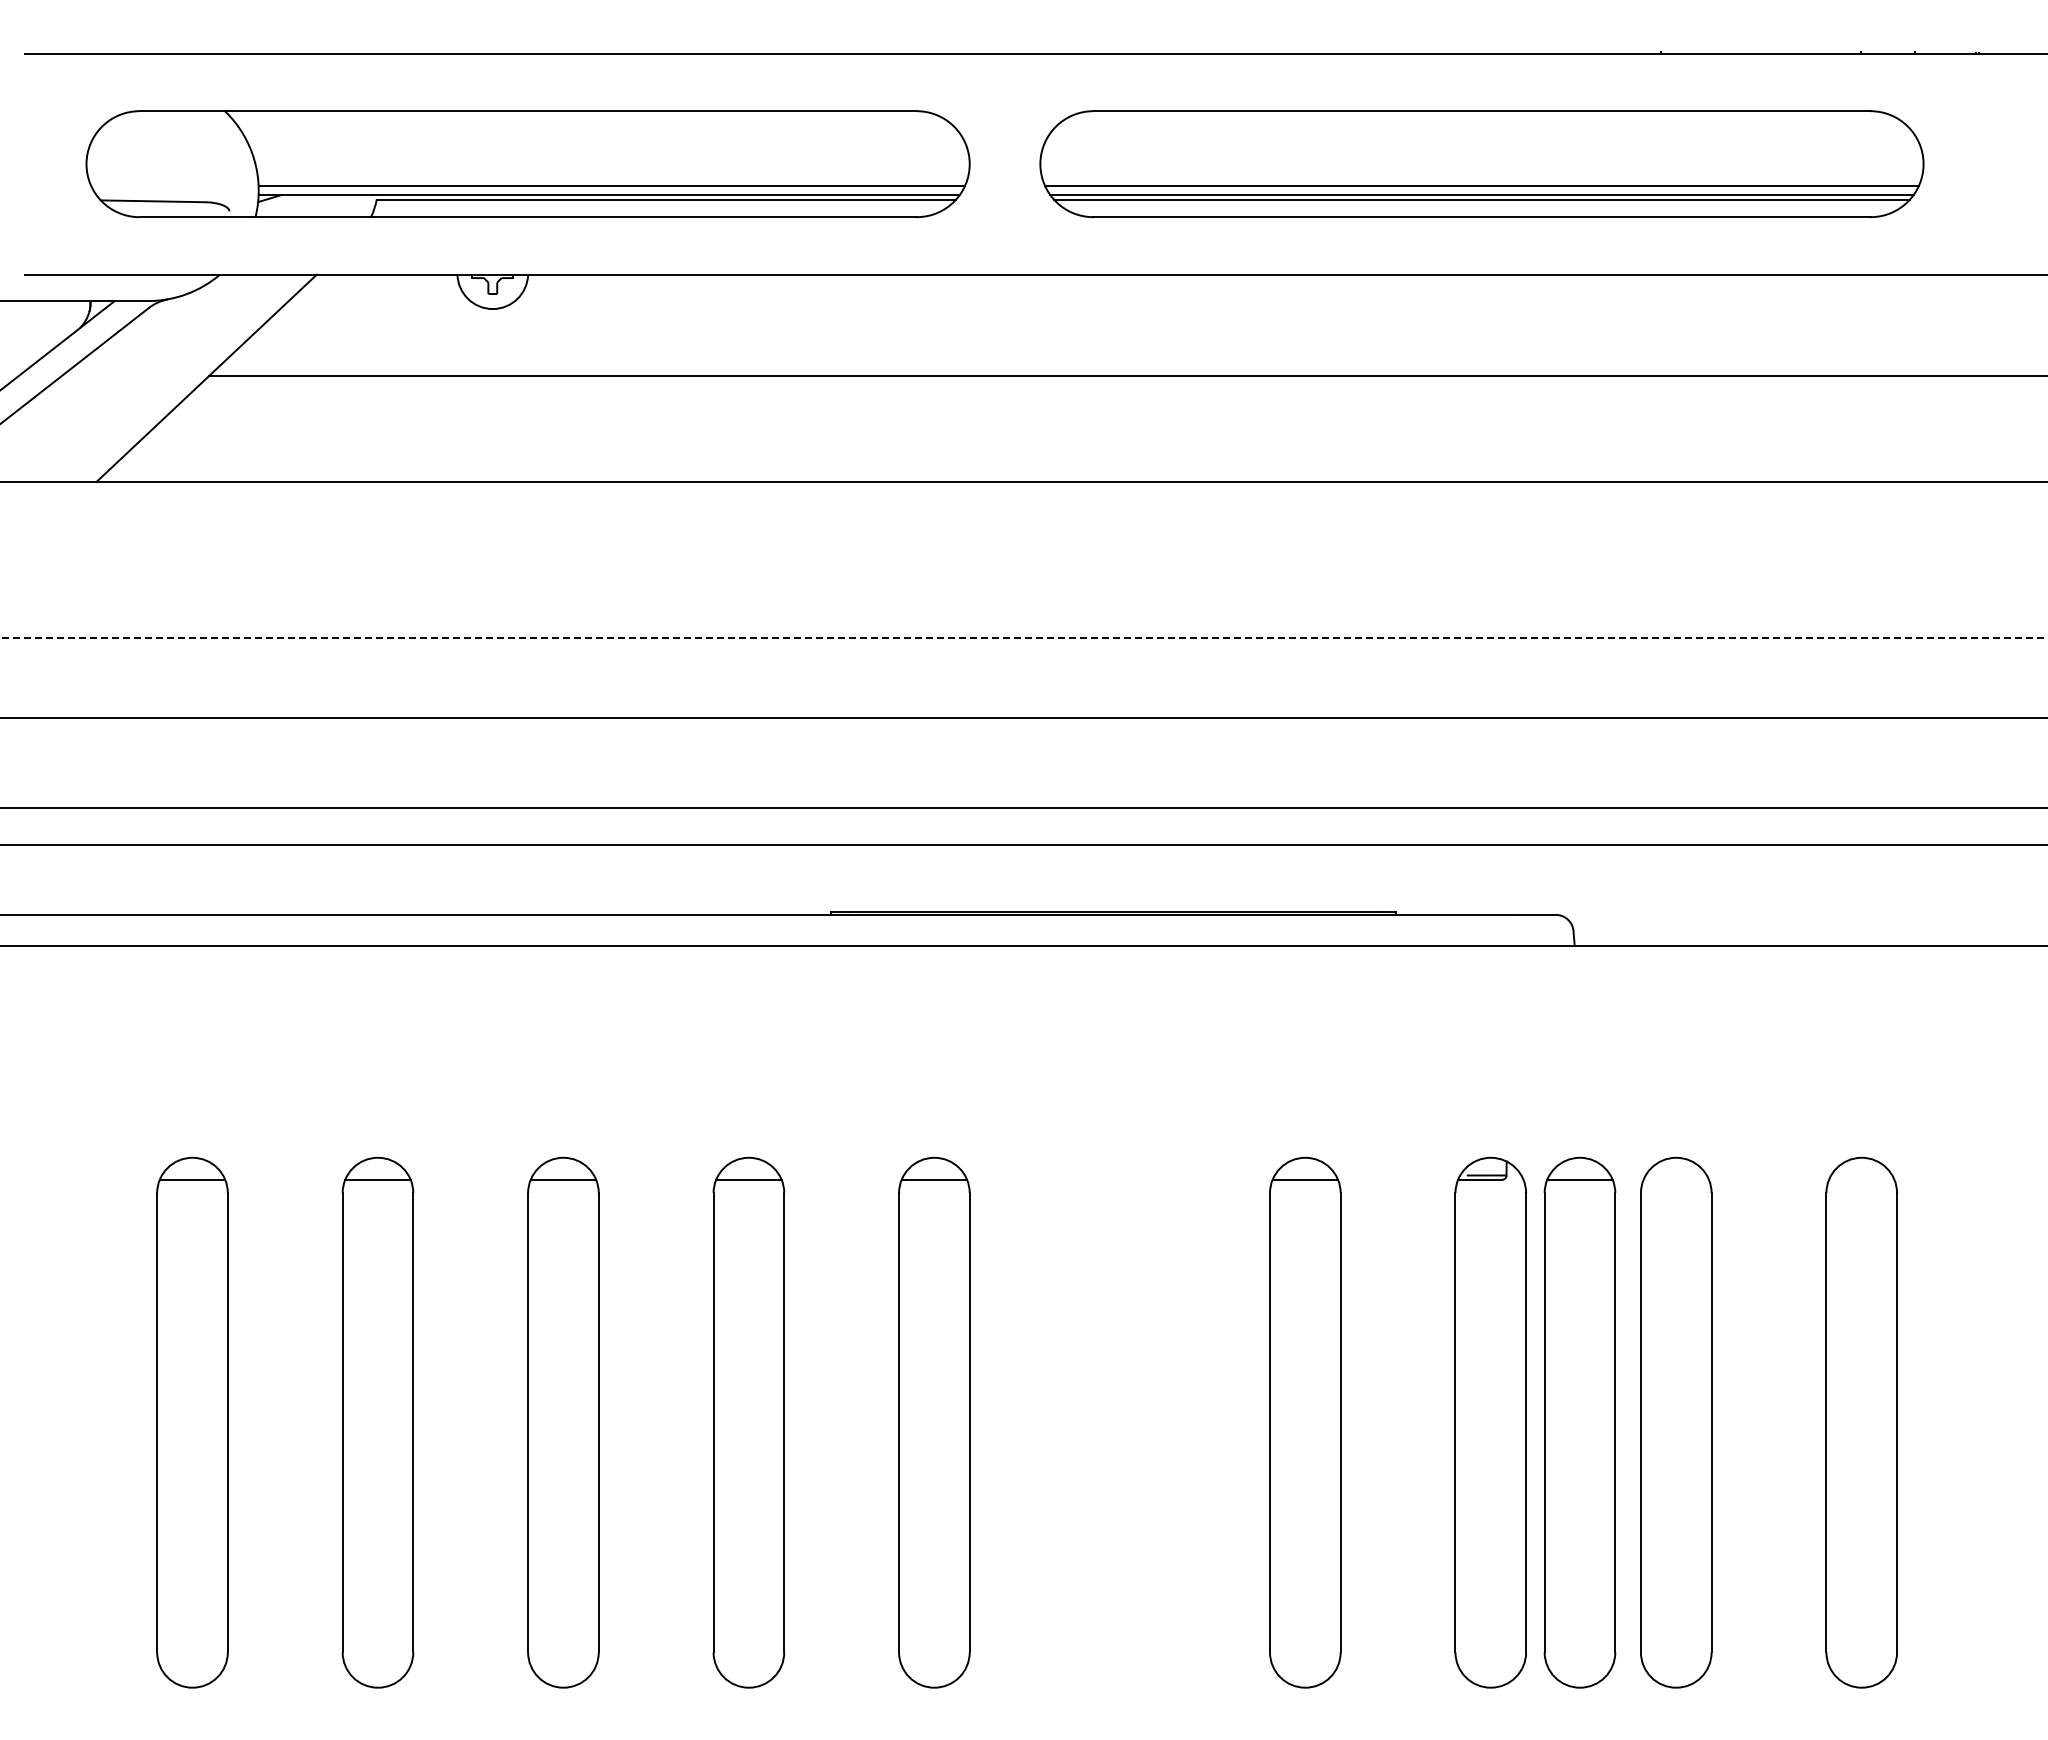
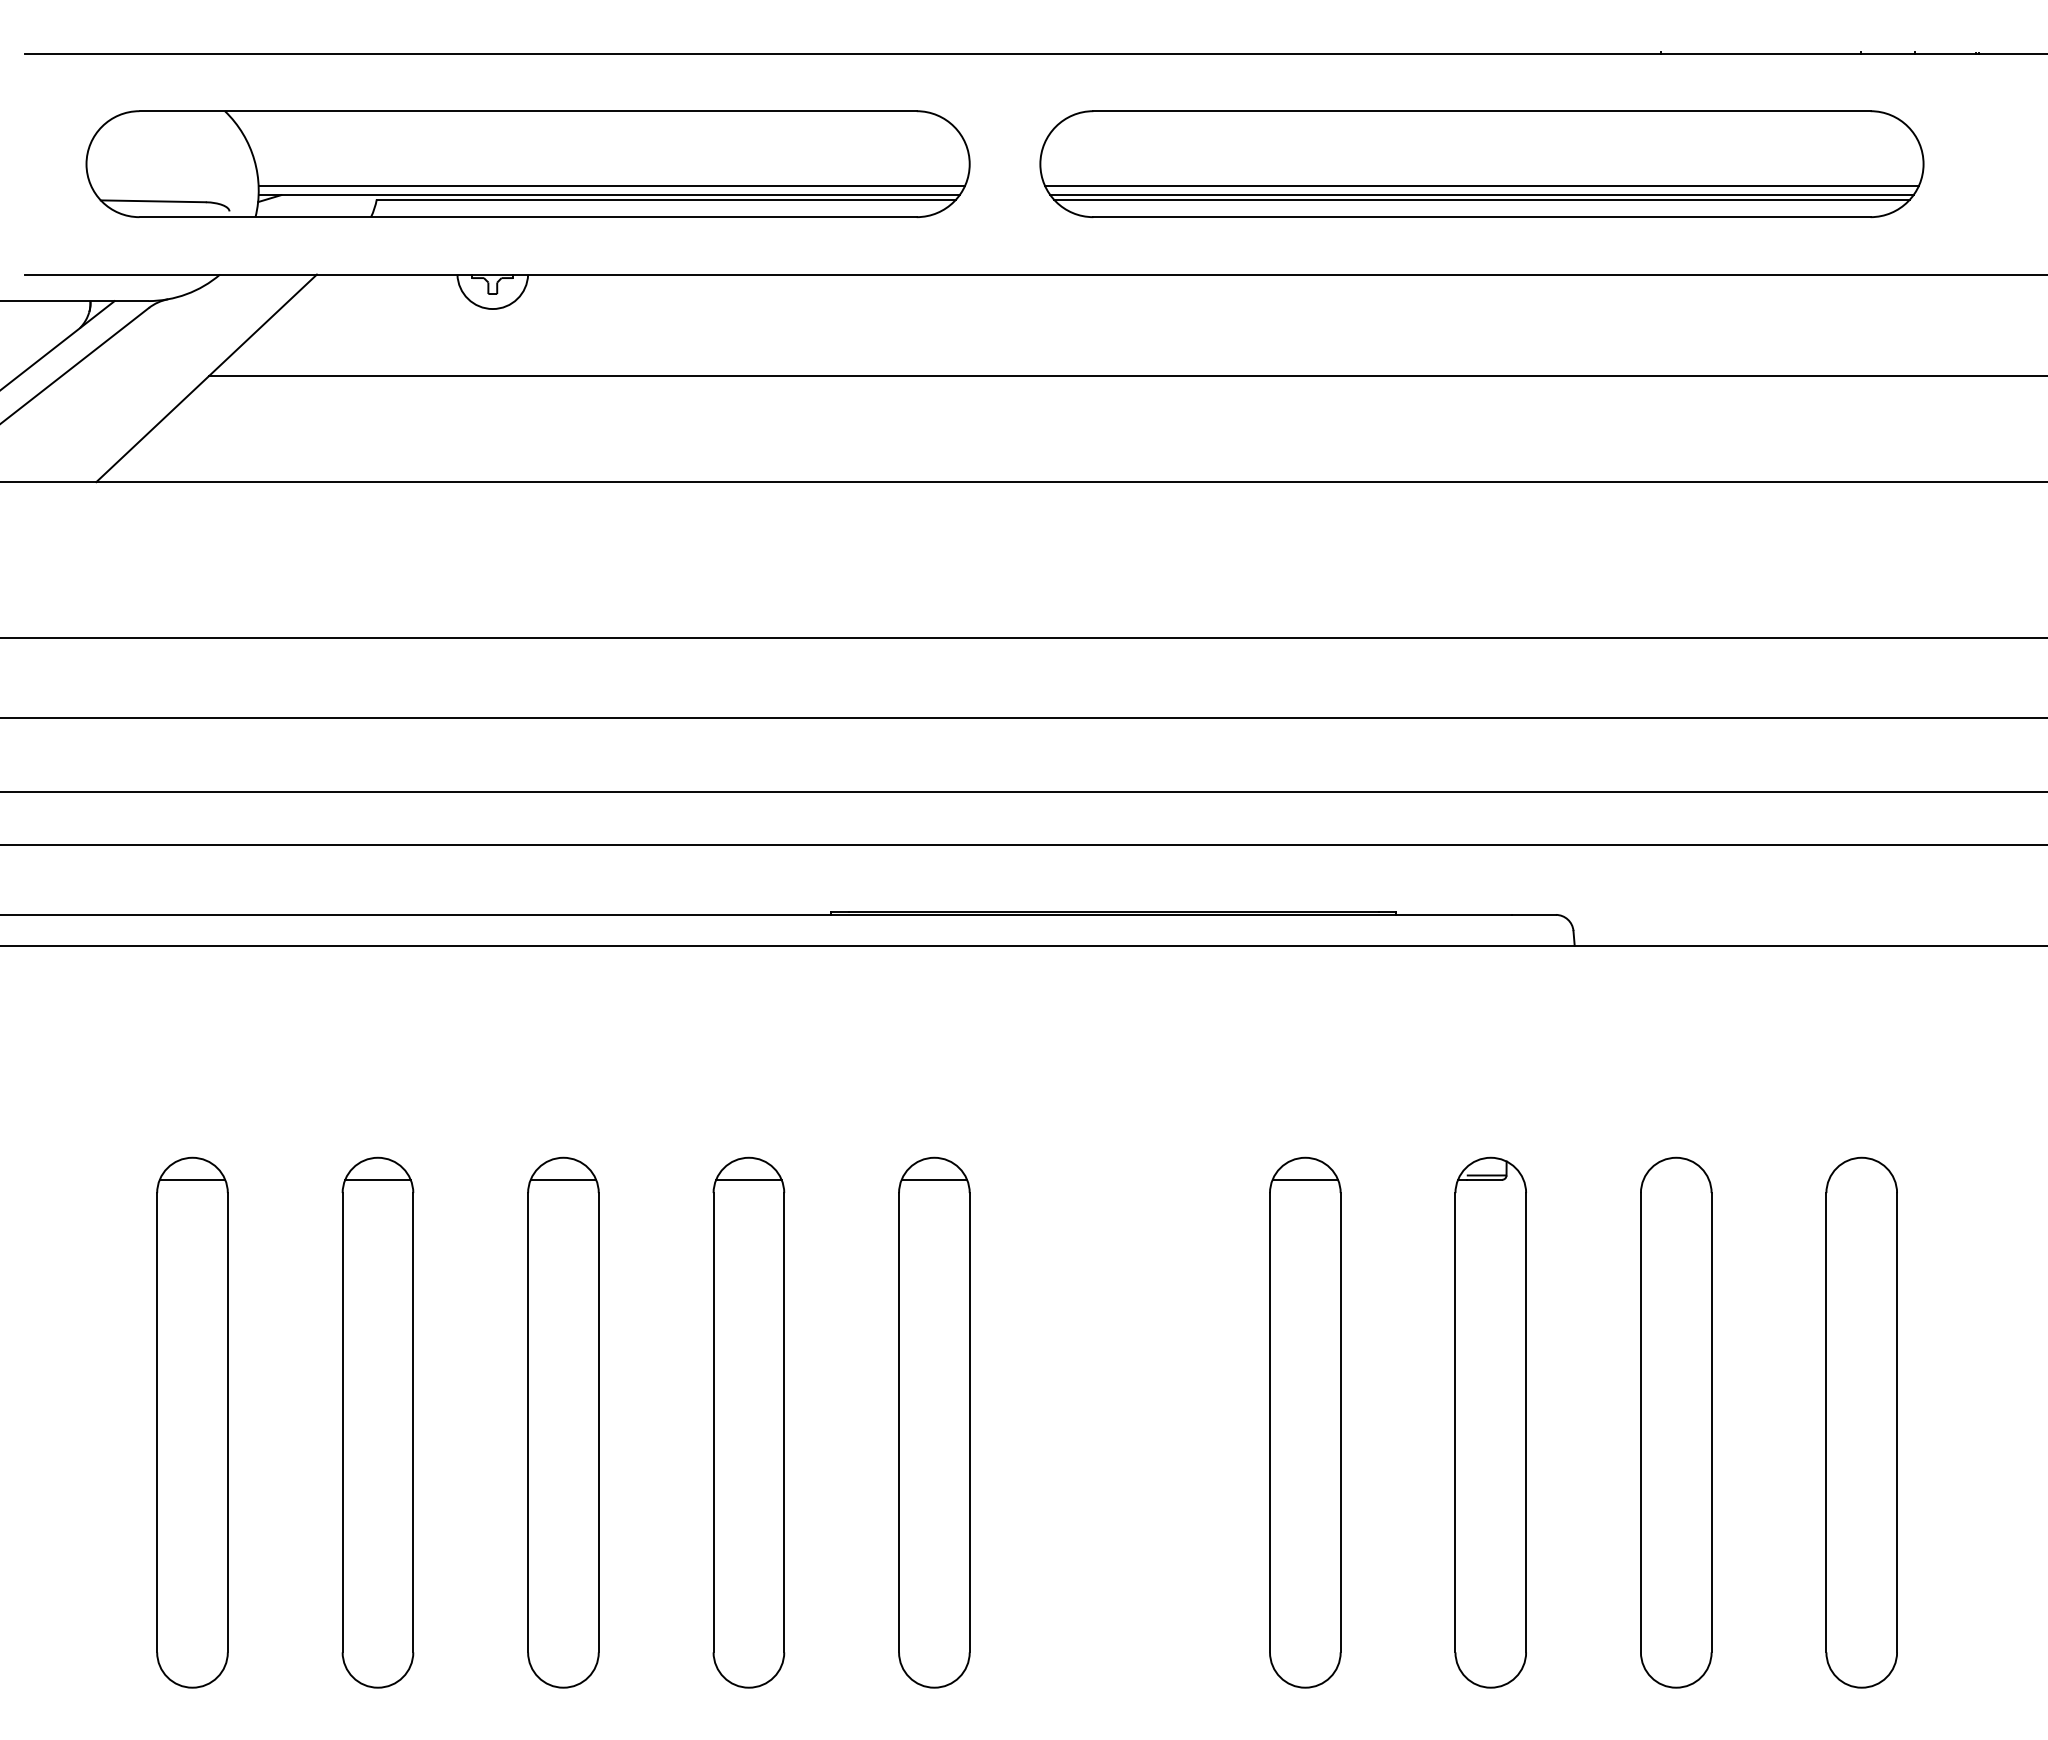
line at (1024, 638): dashed -> solid
line at (1023, 807) position: (1023, 807) -> (1023, 791)
part at (1579, 1422): present -> none
